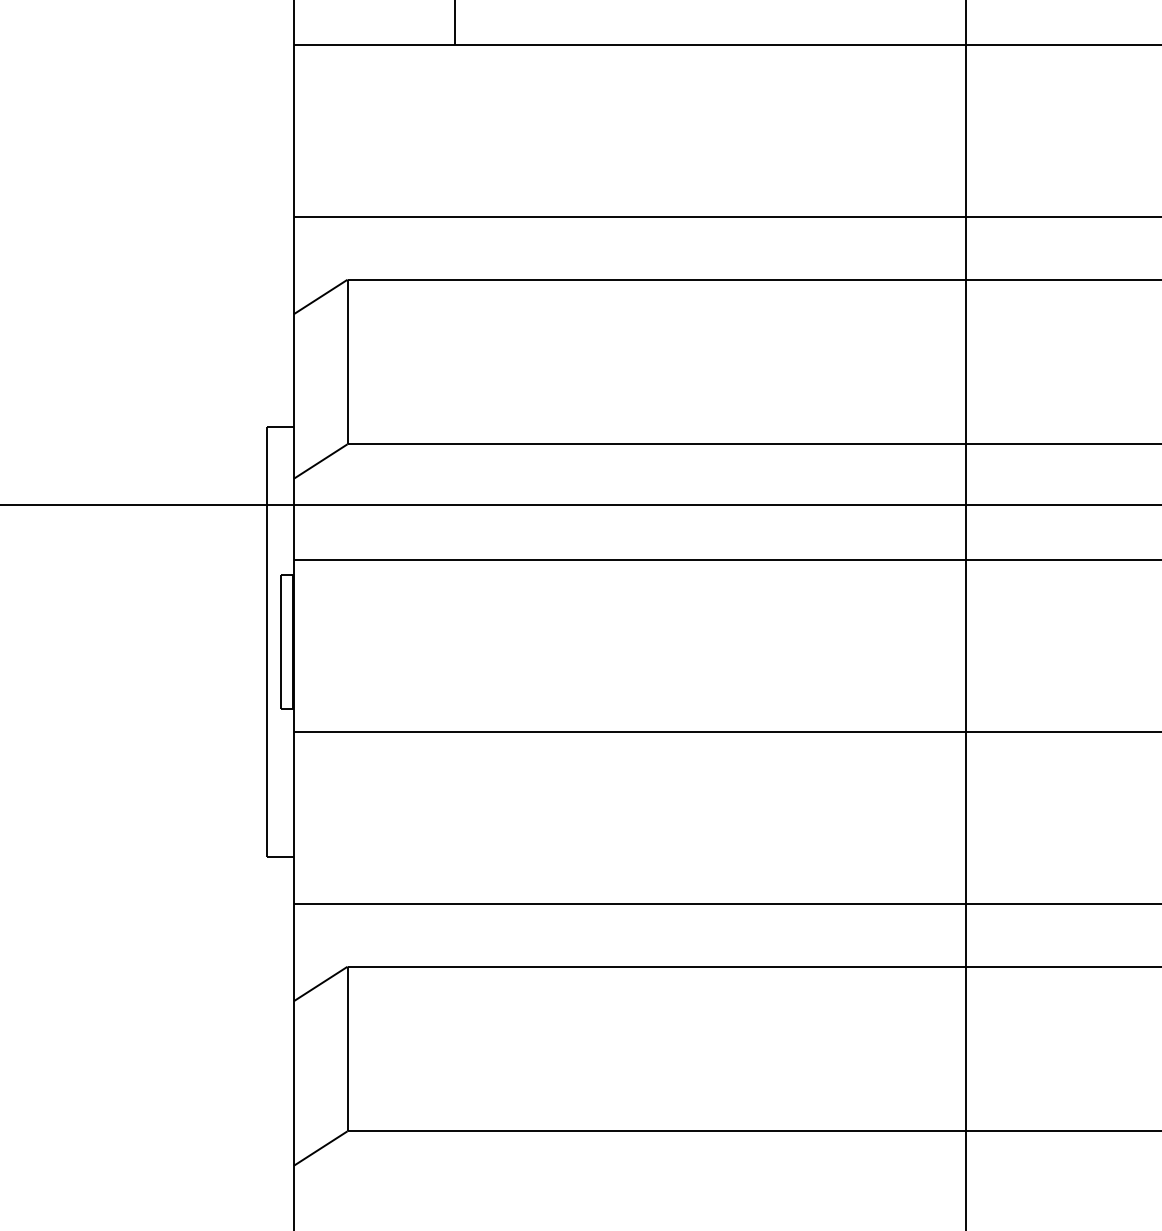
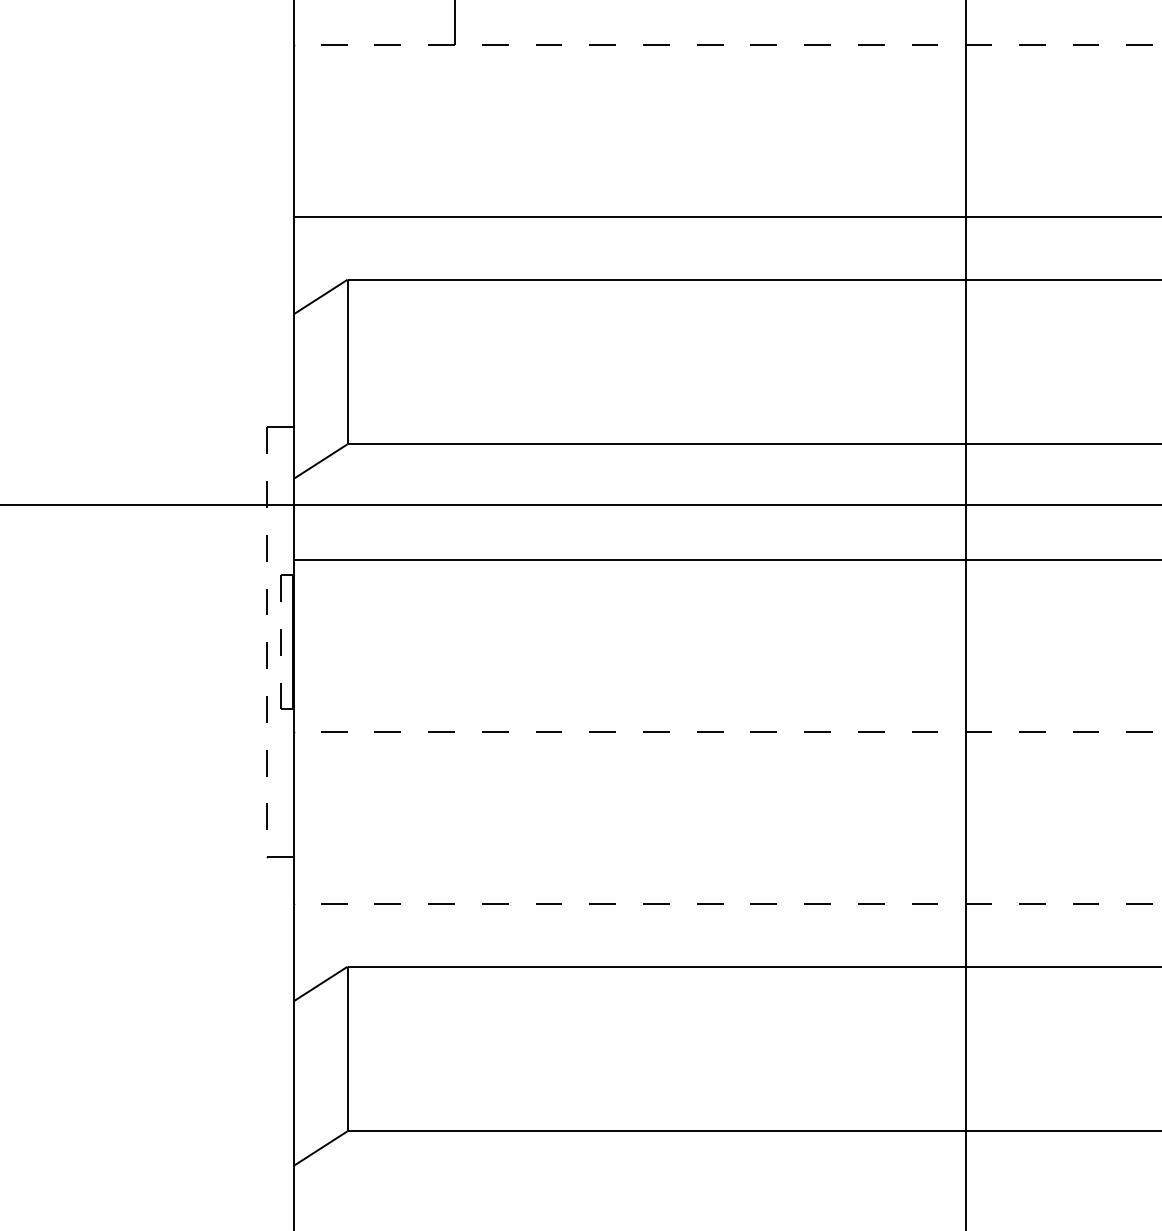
line at (727, 45): solid -> dashed
line at (267, 642): solid -> dashed
line at (280, 642): solid -> dashed
line at (727, 732): solid -> dashed
line at (727, 903): solid -> dashed
